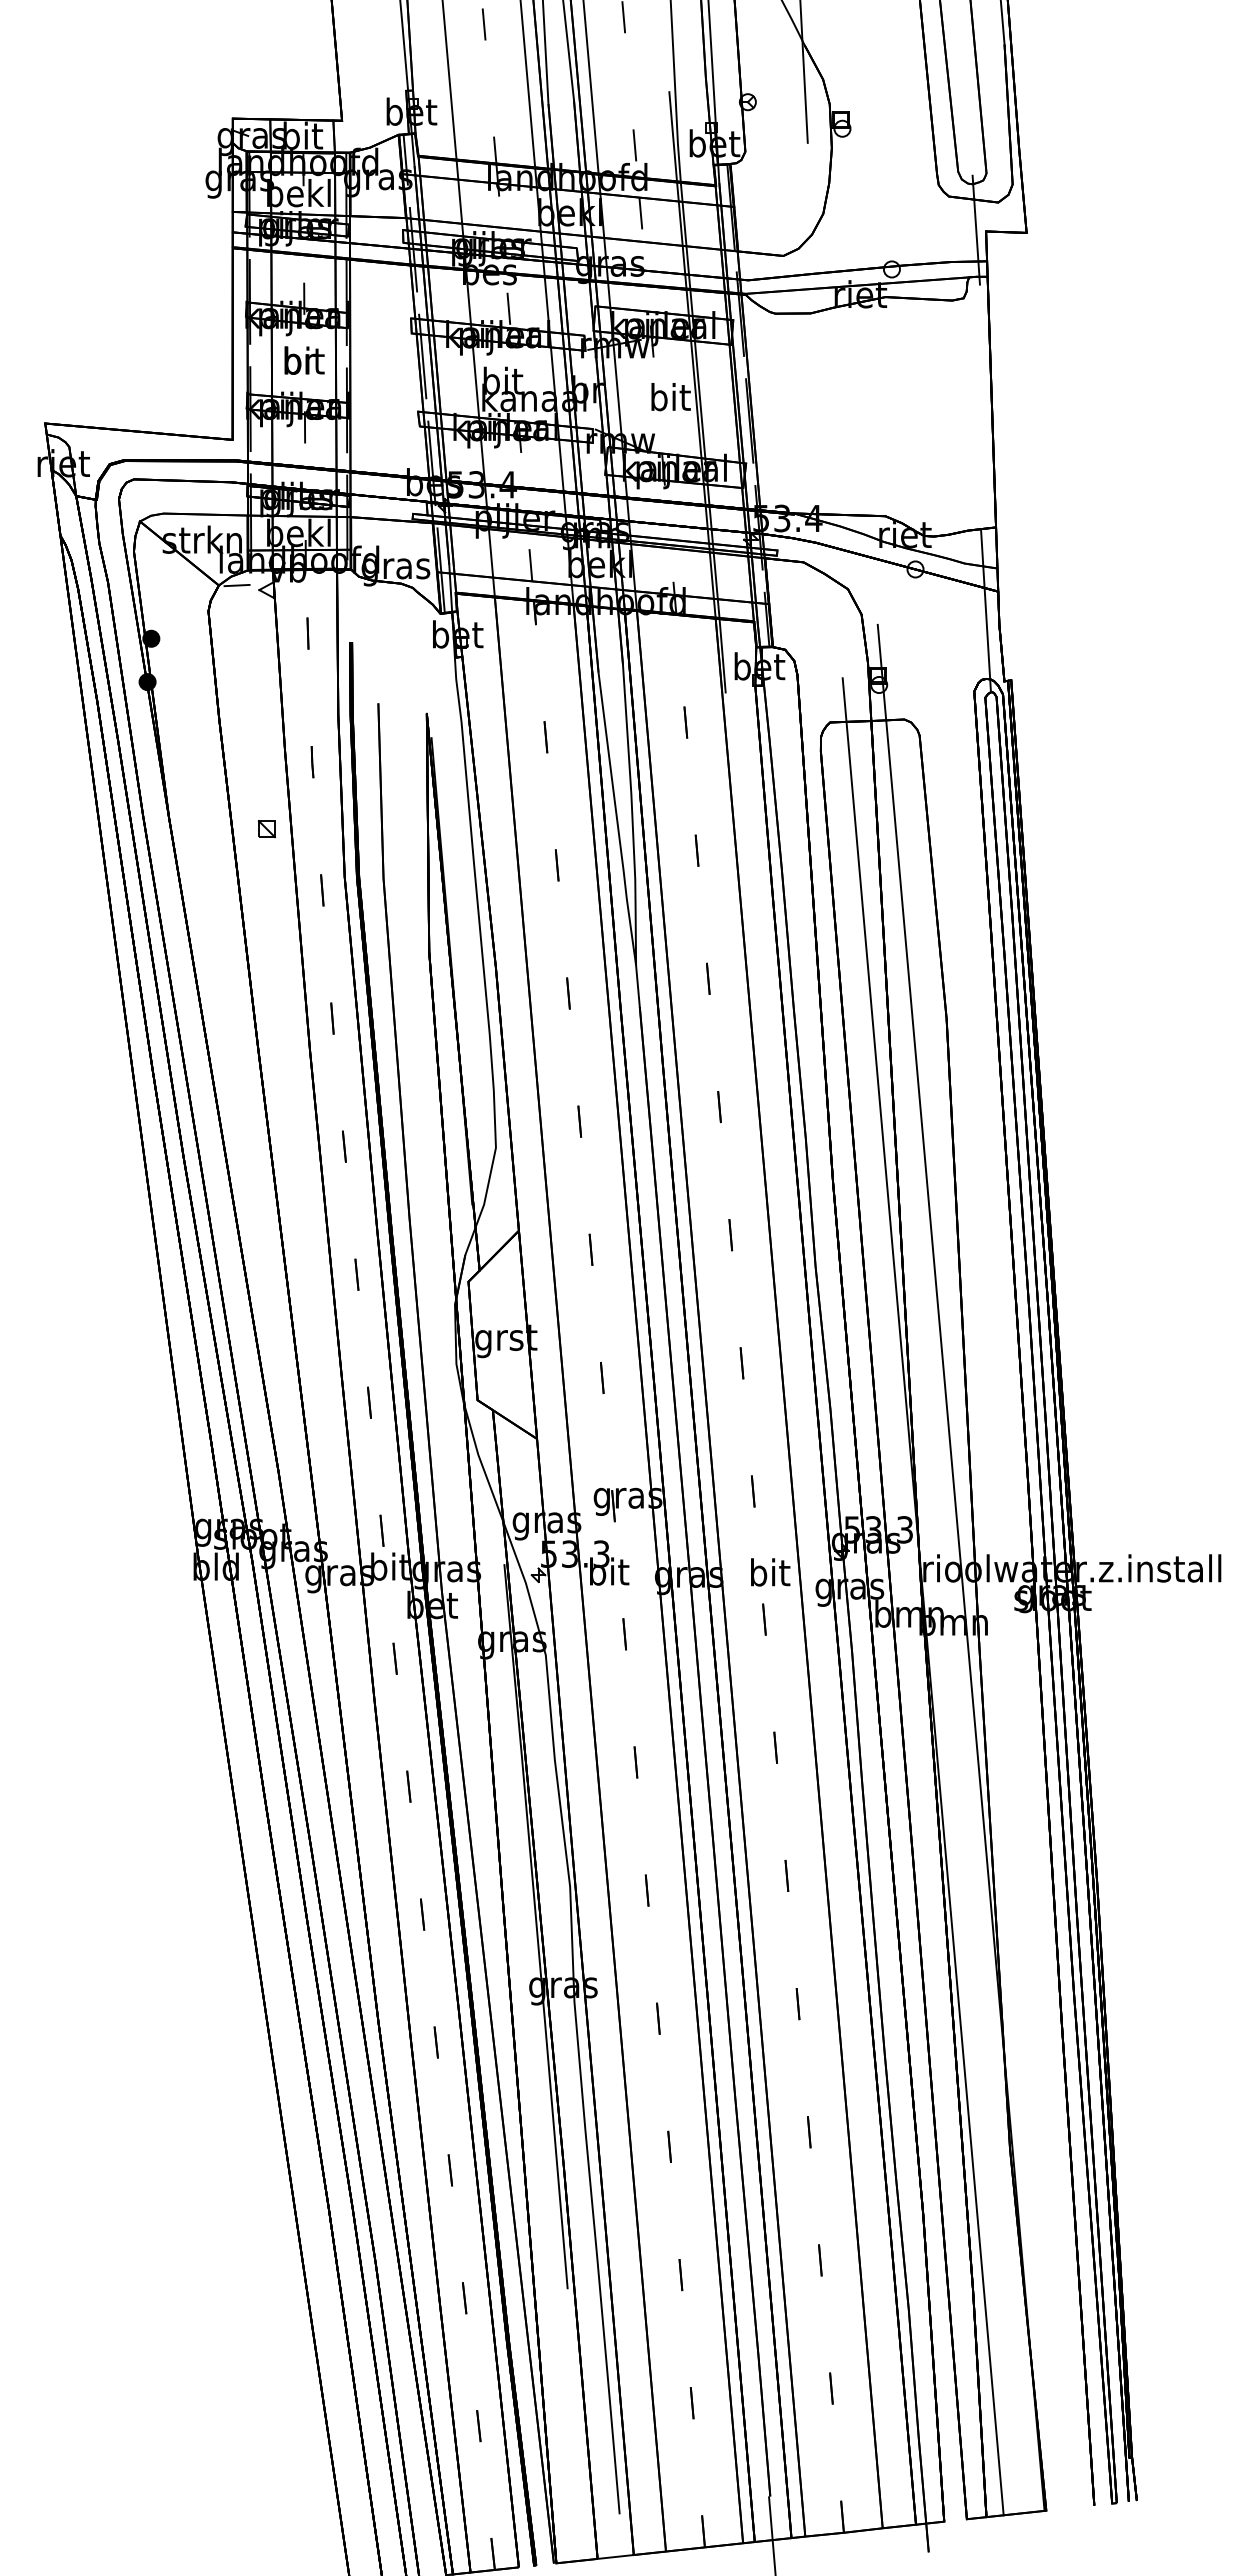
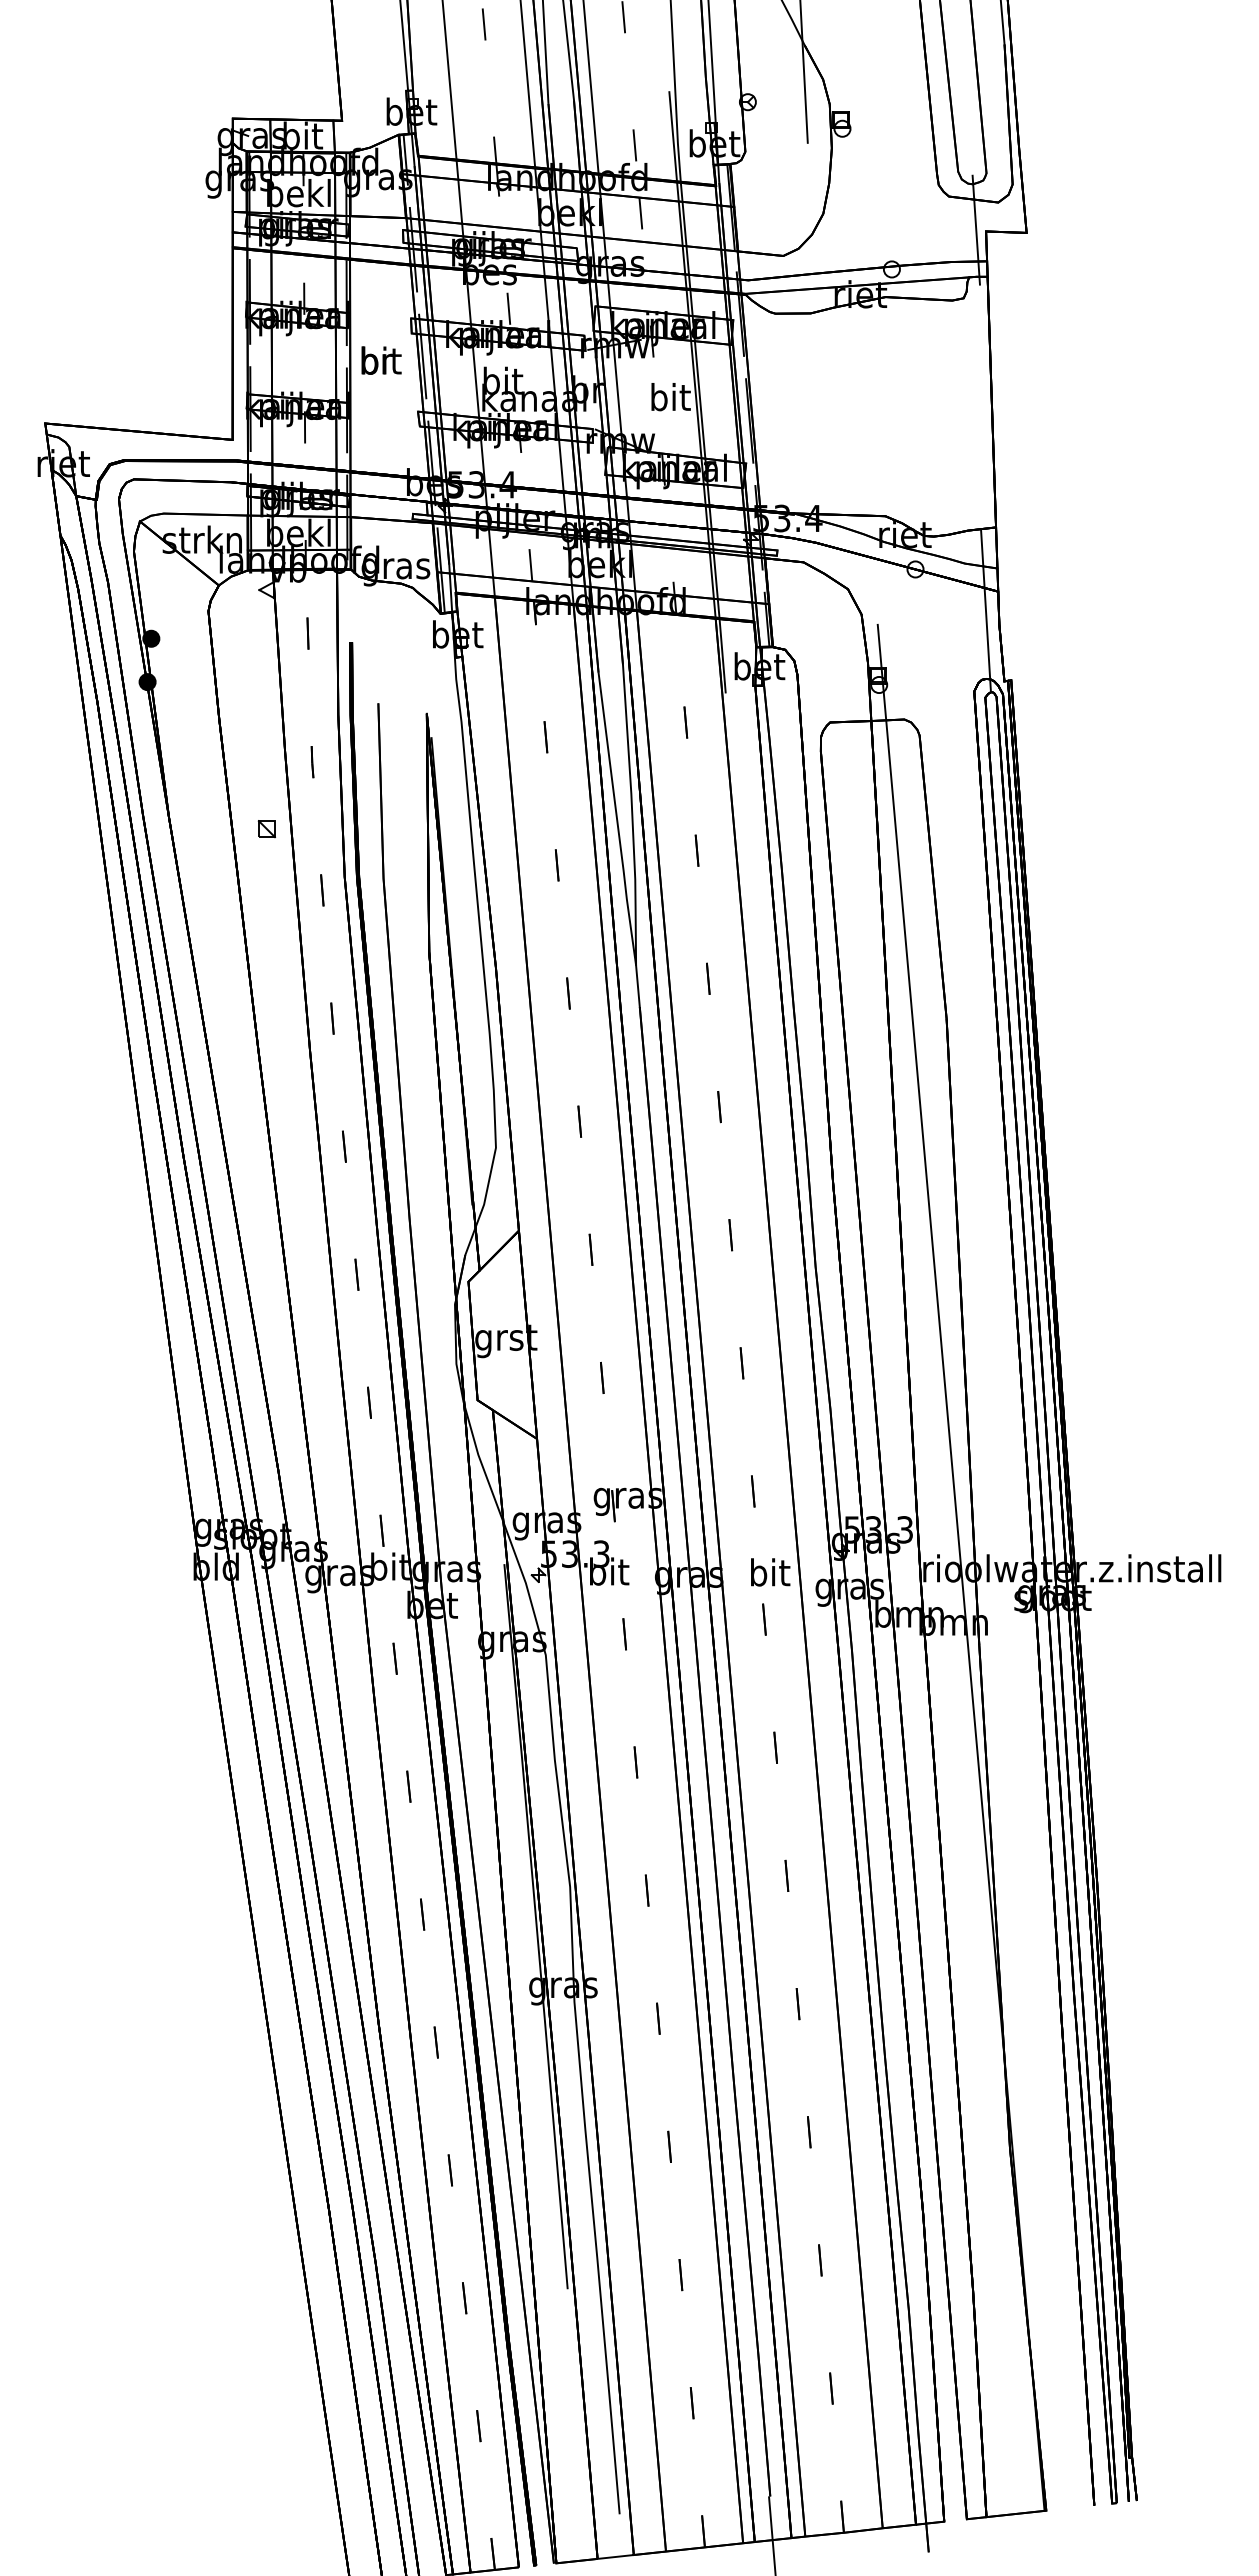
text at (304, 360) position: (304, 360) -> (381, 360)
line at (236, 585): present -> none
line at (922, 1596): present -> none
